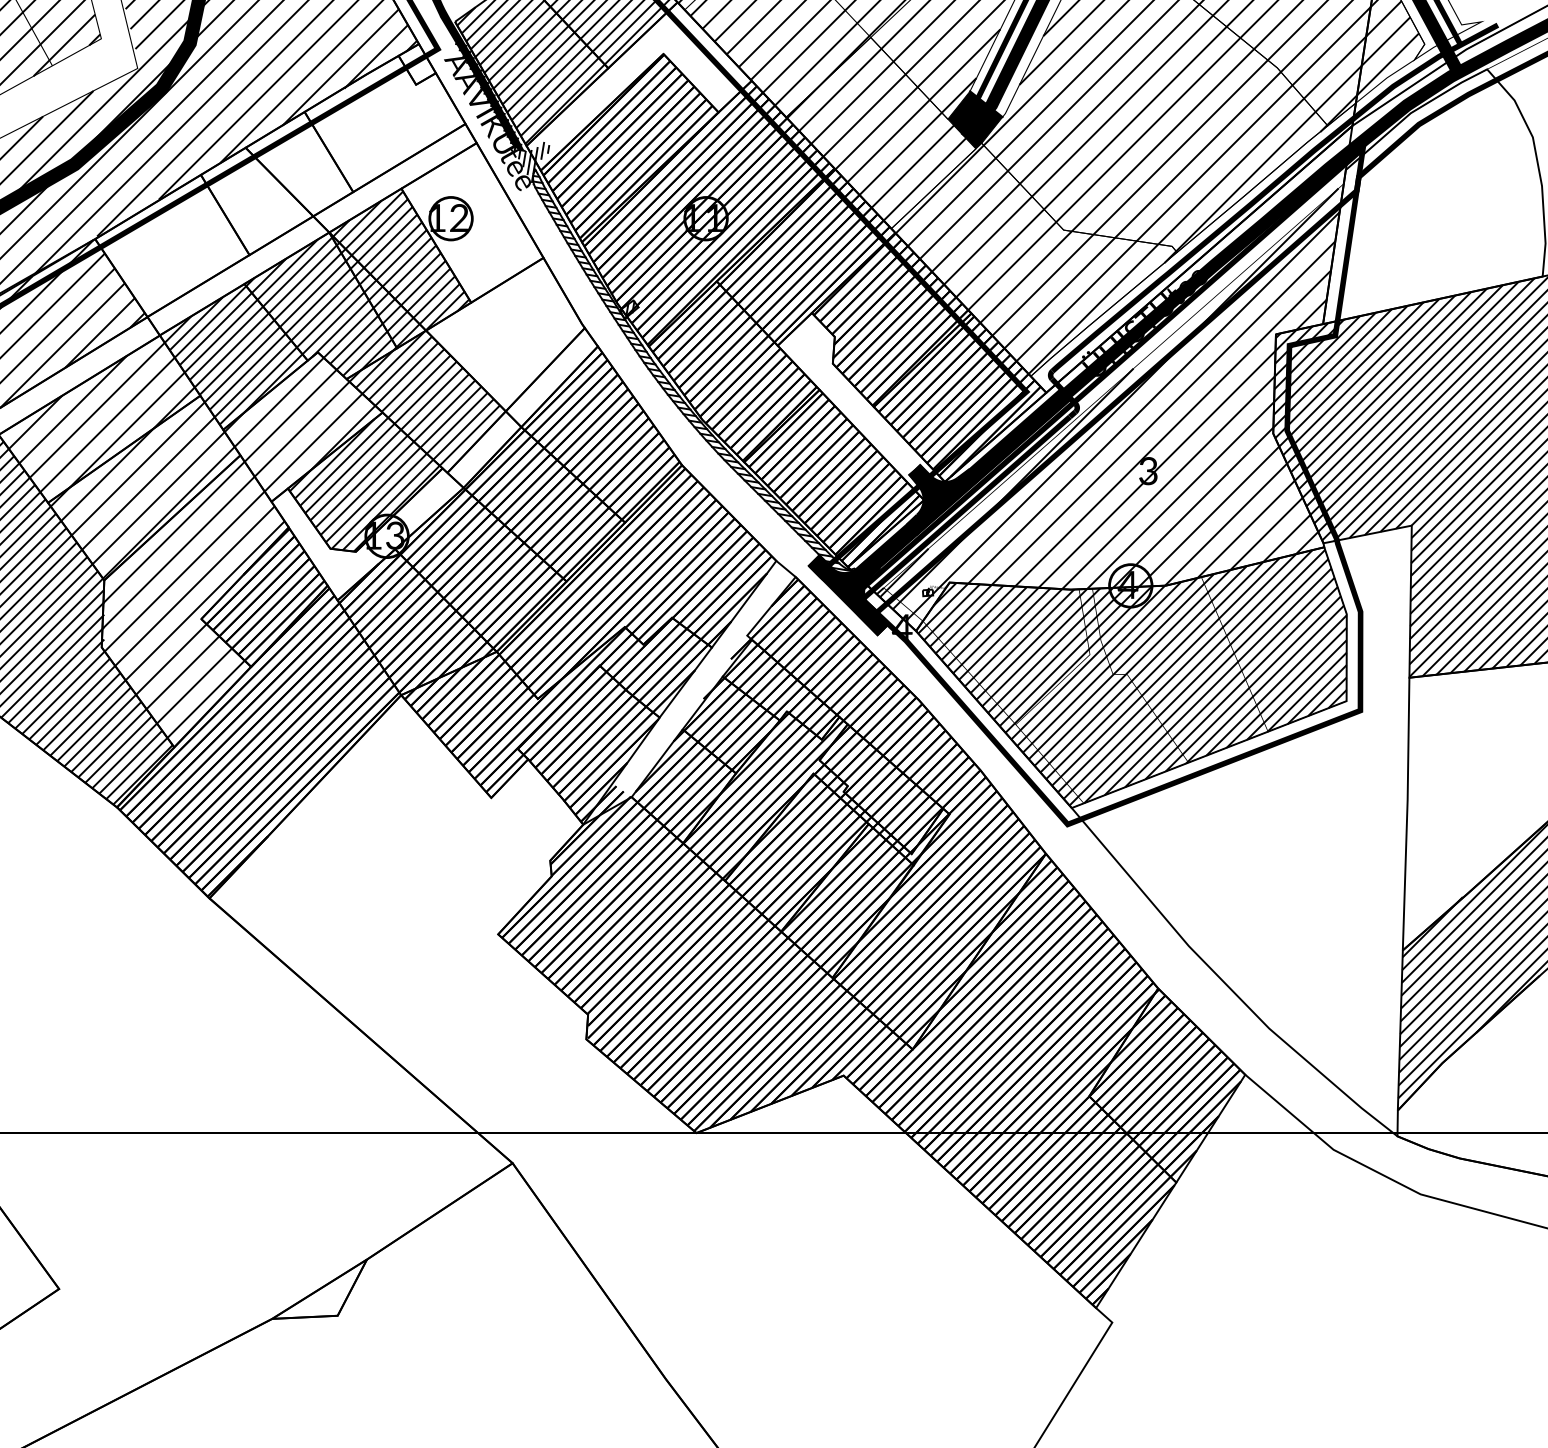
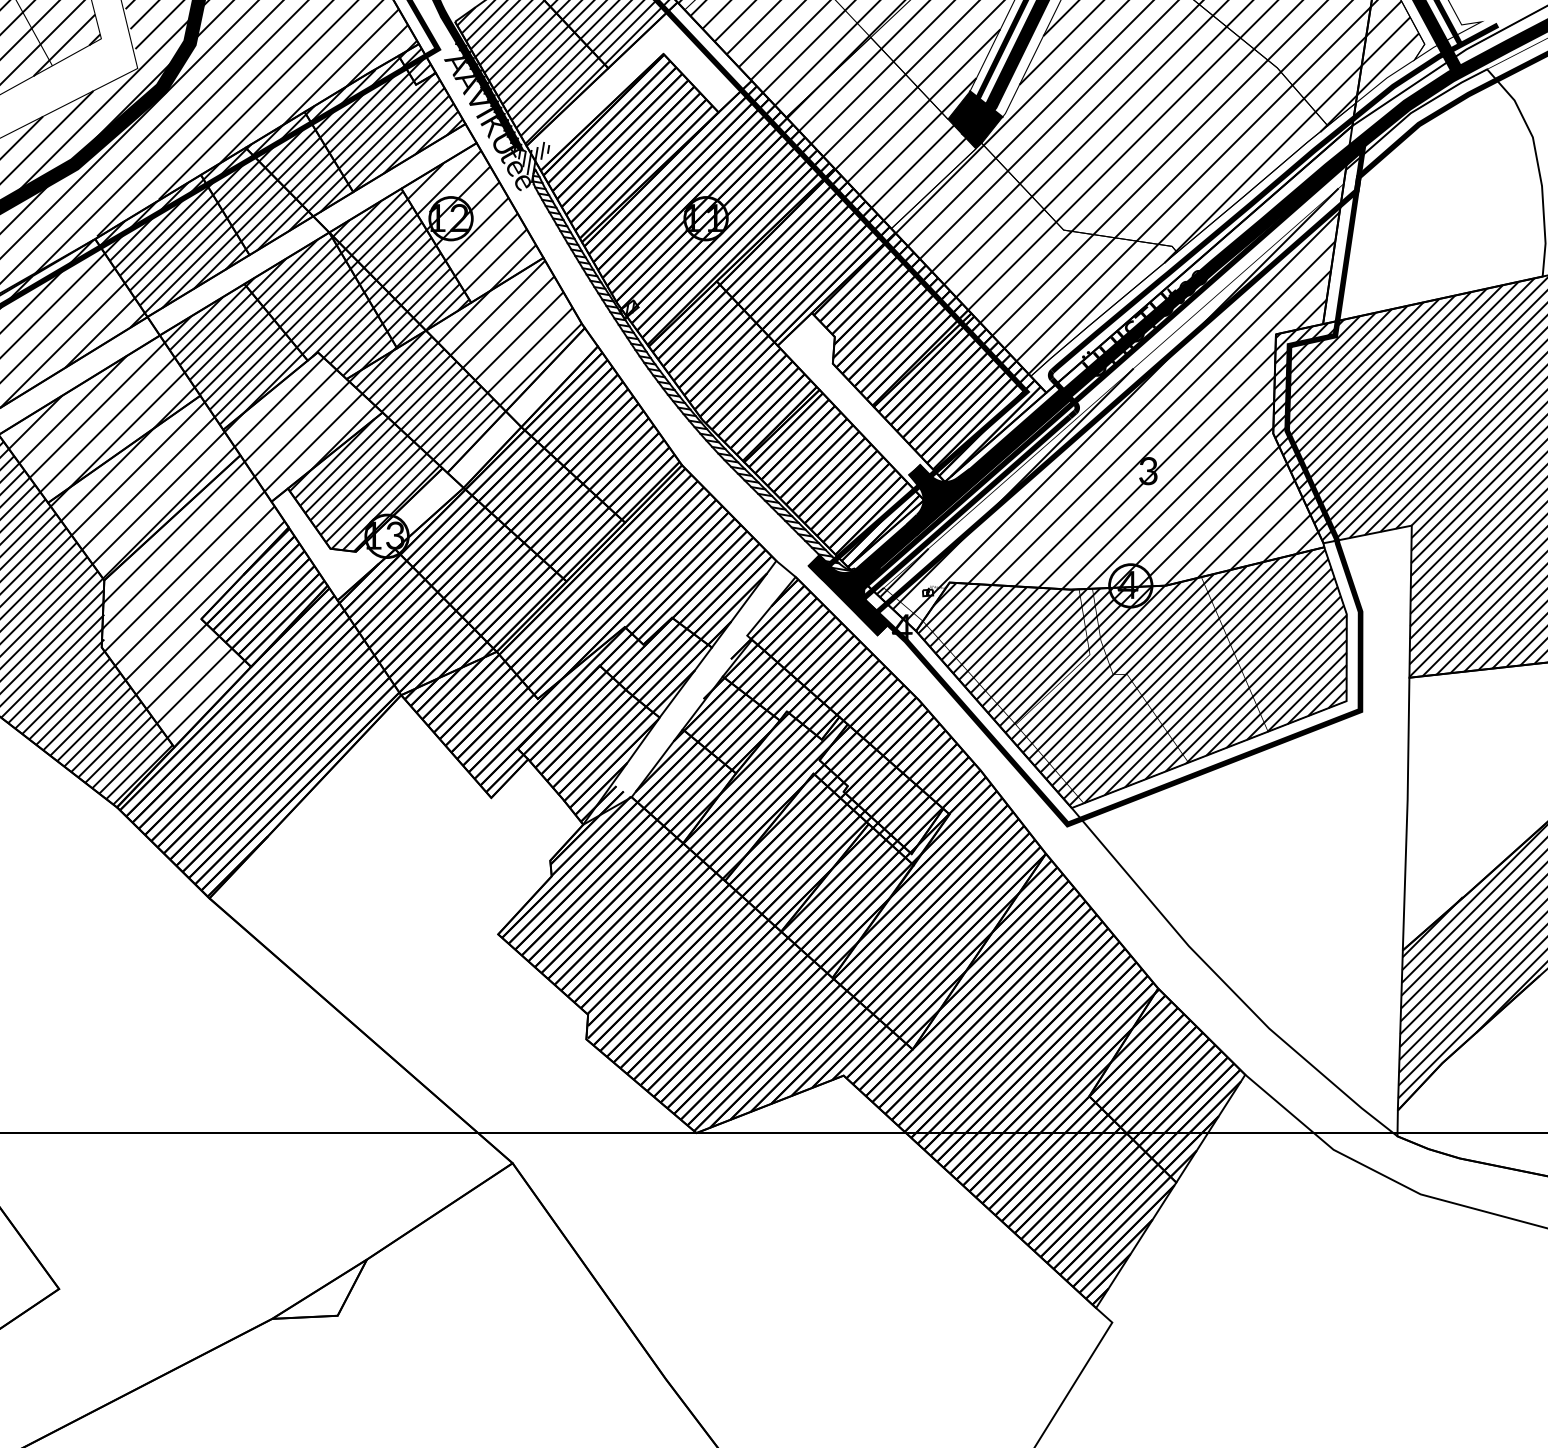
hatch at (280, 180): none -> present
hatch at (494, 277): none -> present
